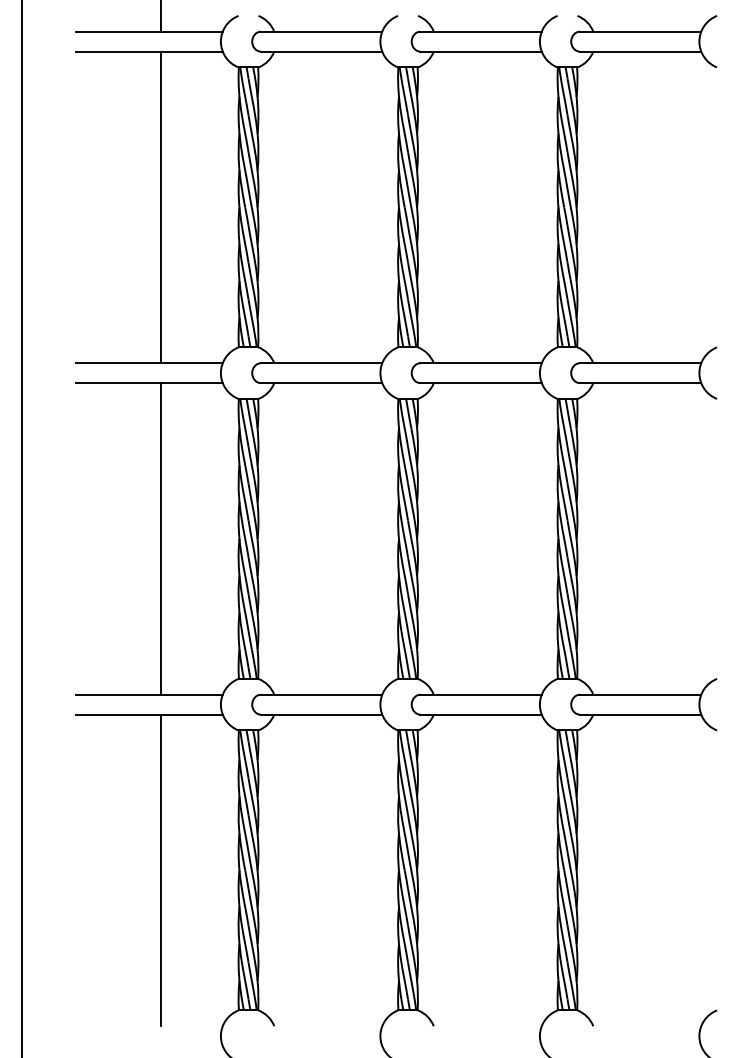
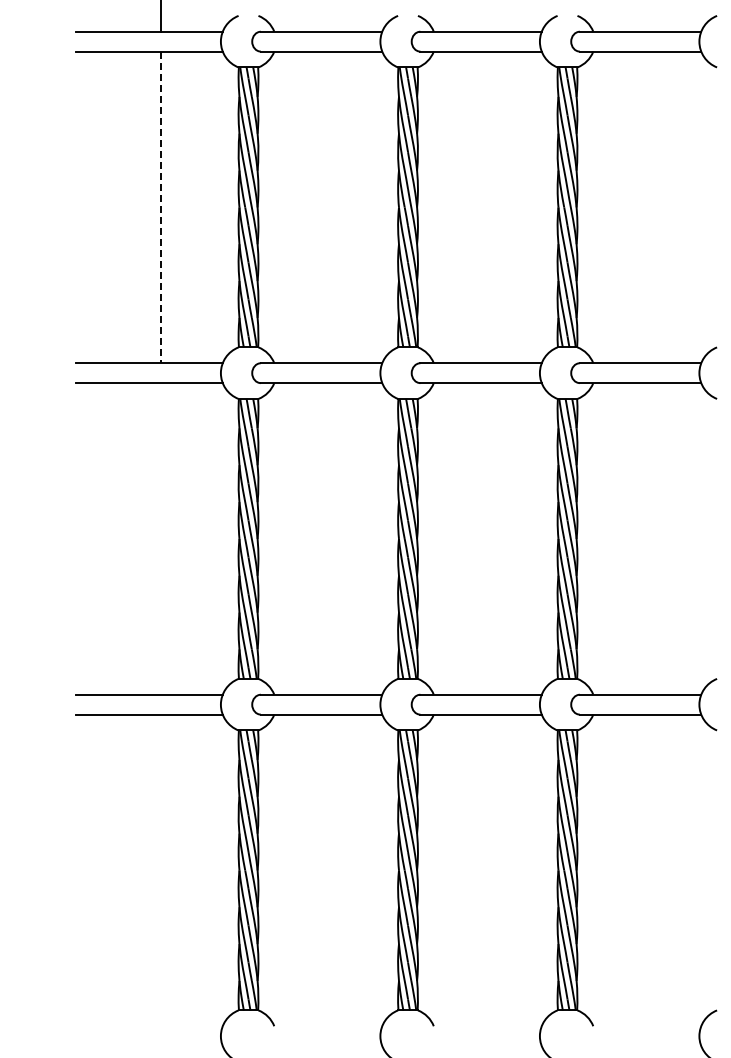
line at (160, 207): solid -> dashed
line at (21, 528): present -> none
line at (160, 538): present -> none
line at (160, 870): present -> none
